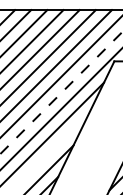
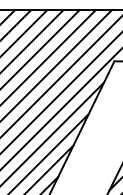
line at (61, 92): dashed -> solid
line at (49, 152): none -> present
